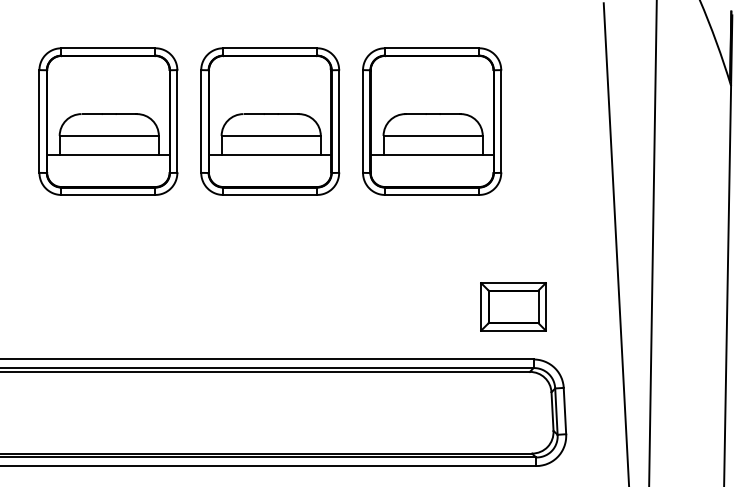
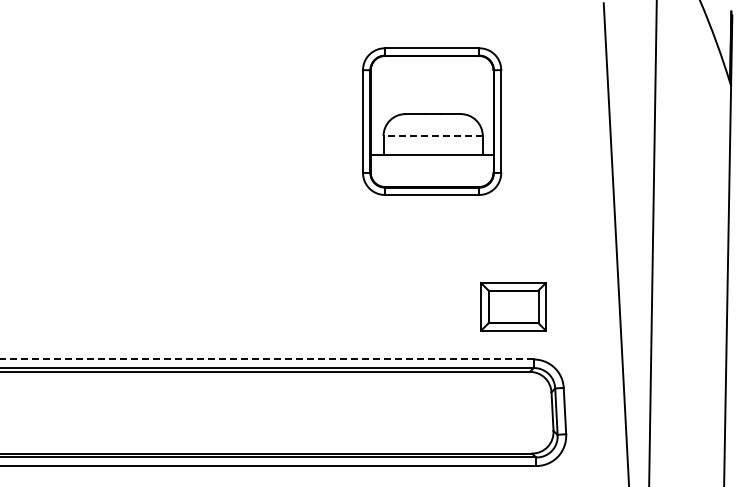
part at (108, 121): present -> none
part at (270, 121): present -> none
line at (433, 135): solid -> dashed
line at (266, 359): solid -> dashed
